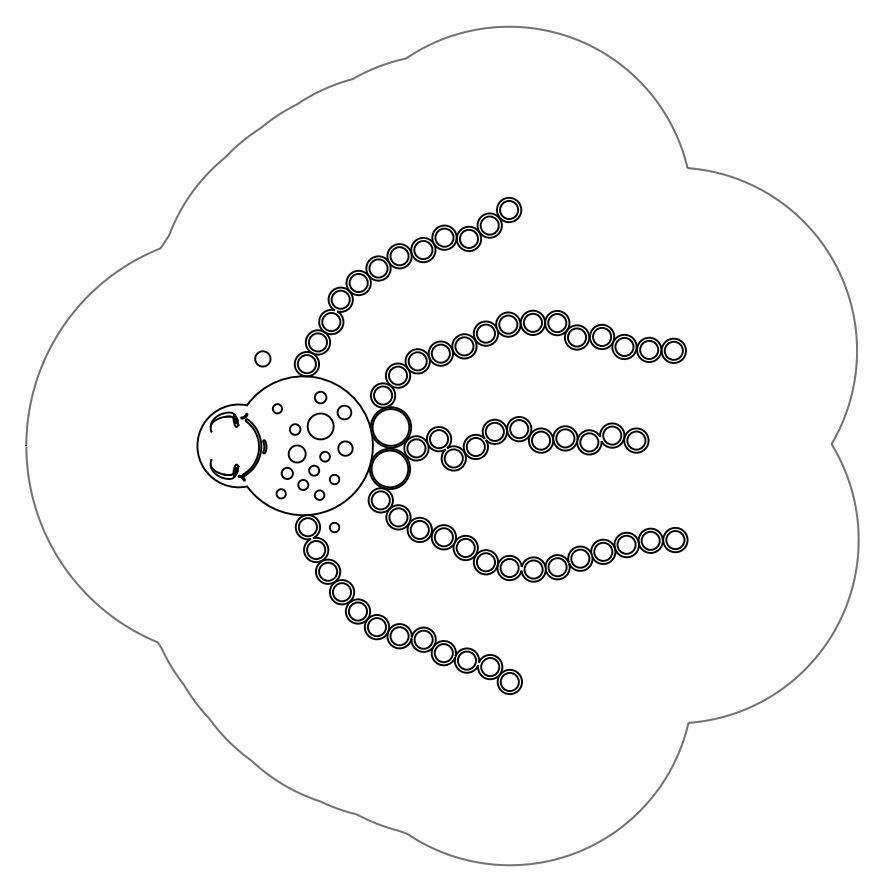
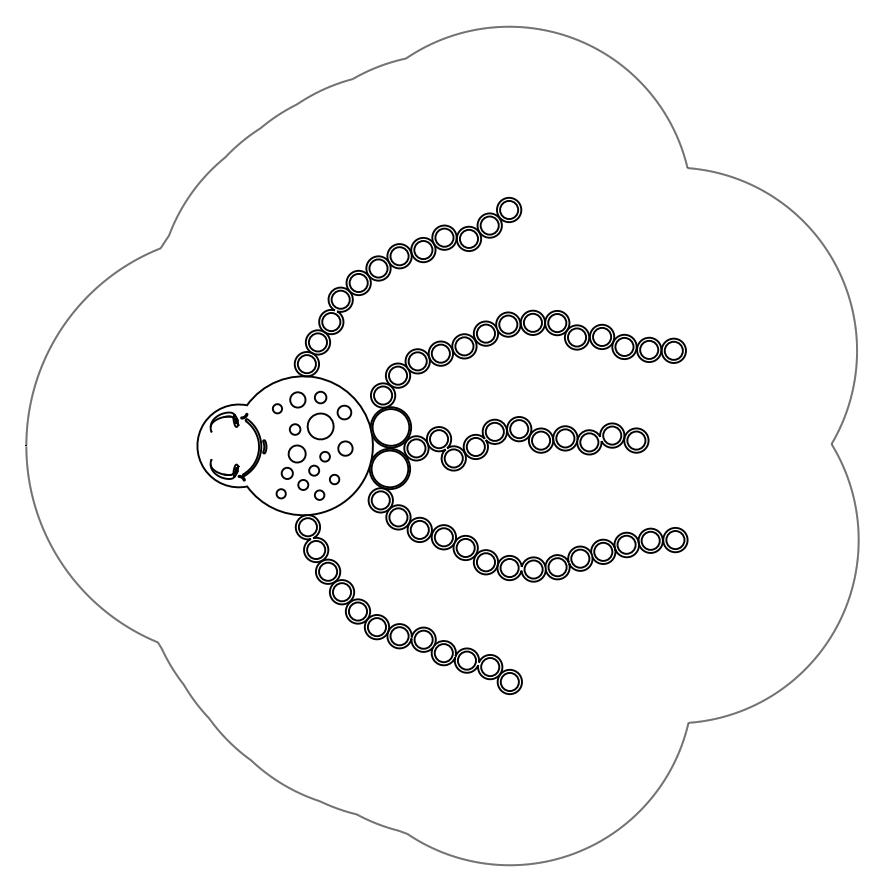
part at (262, 358) position: (262, 358) -> (297, 399)
part at (334, 527): present -> none
